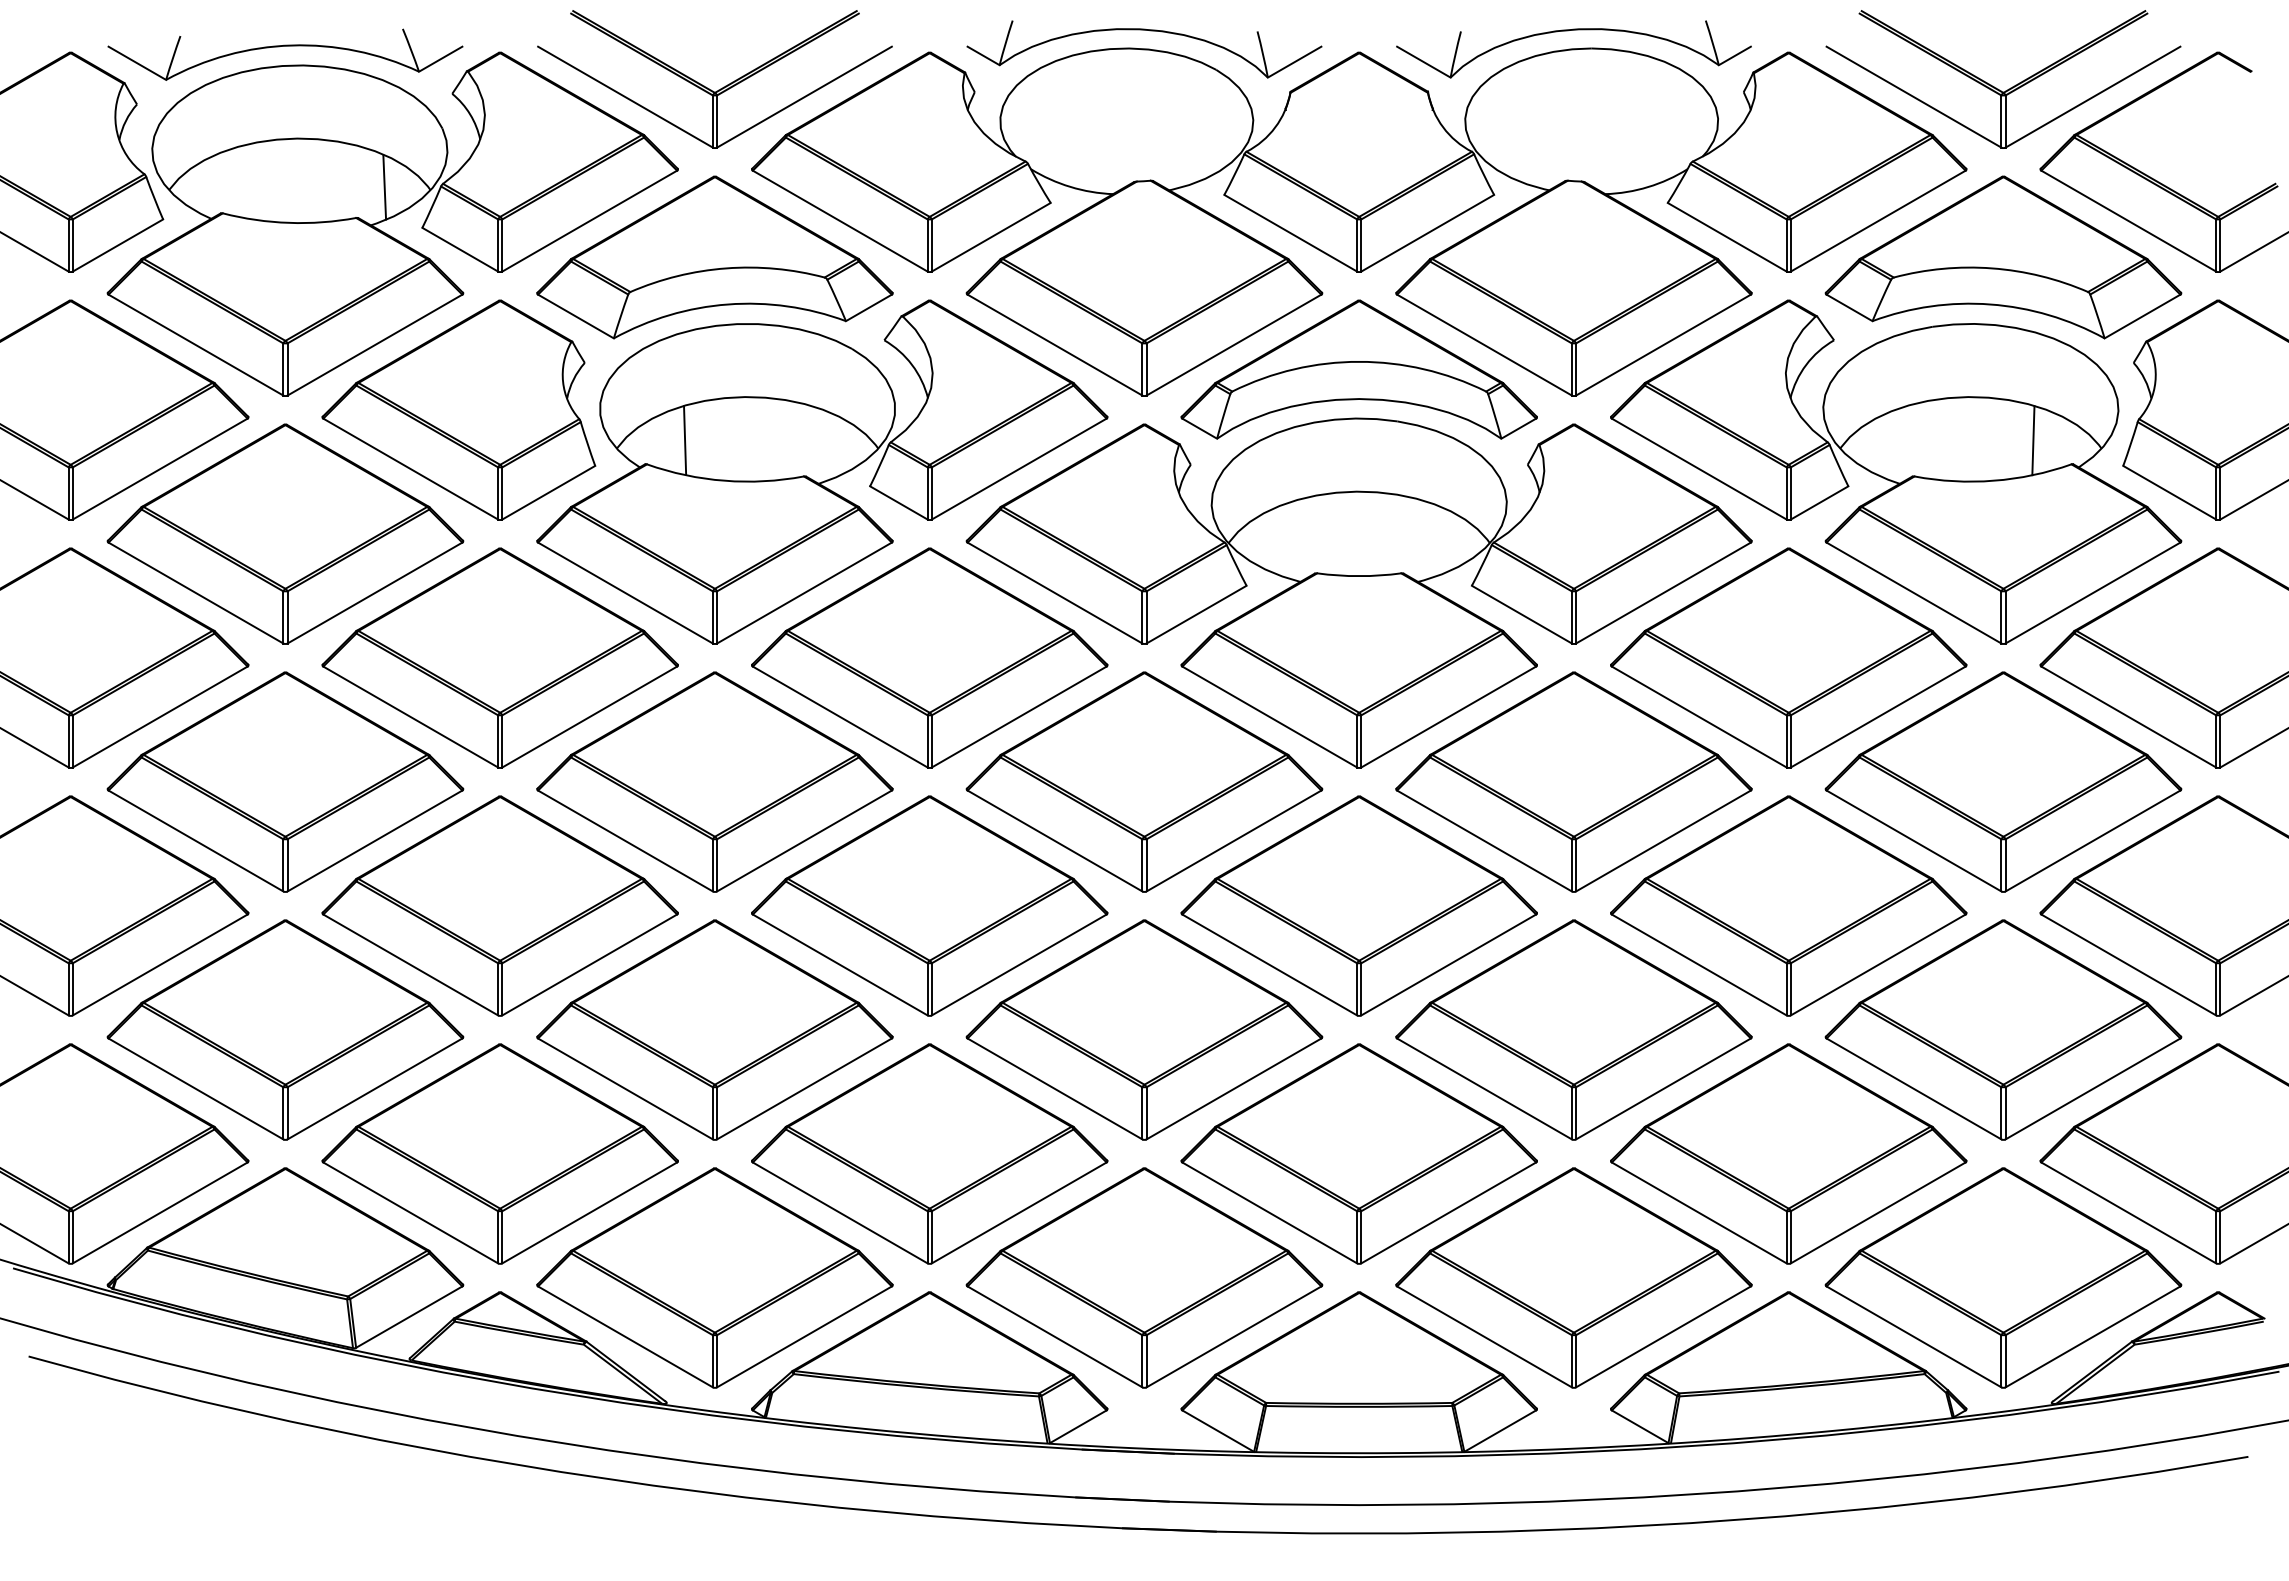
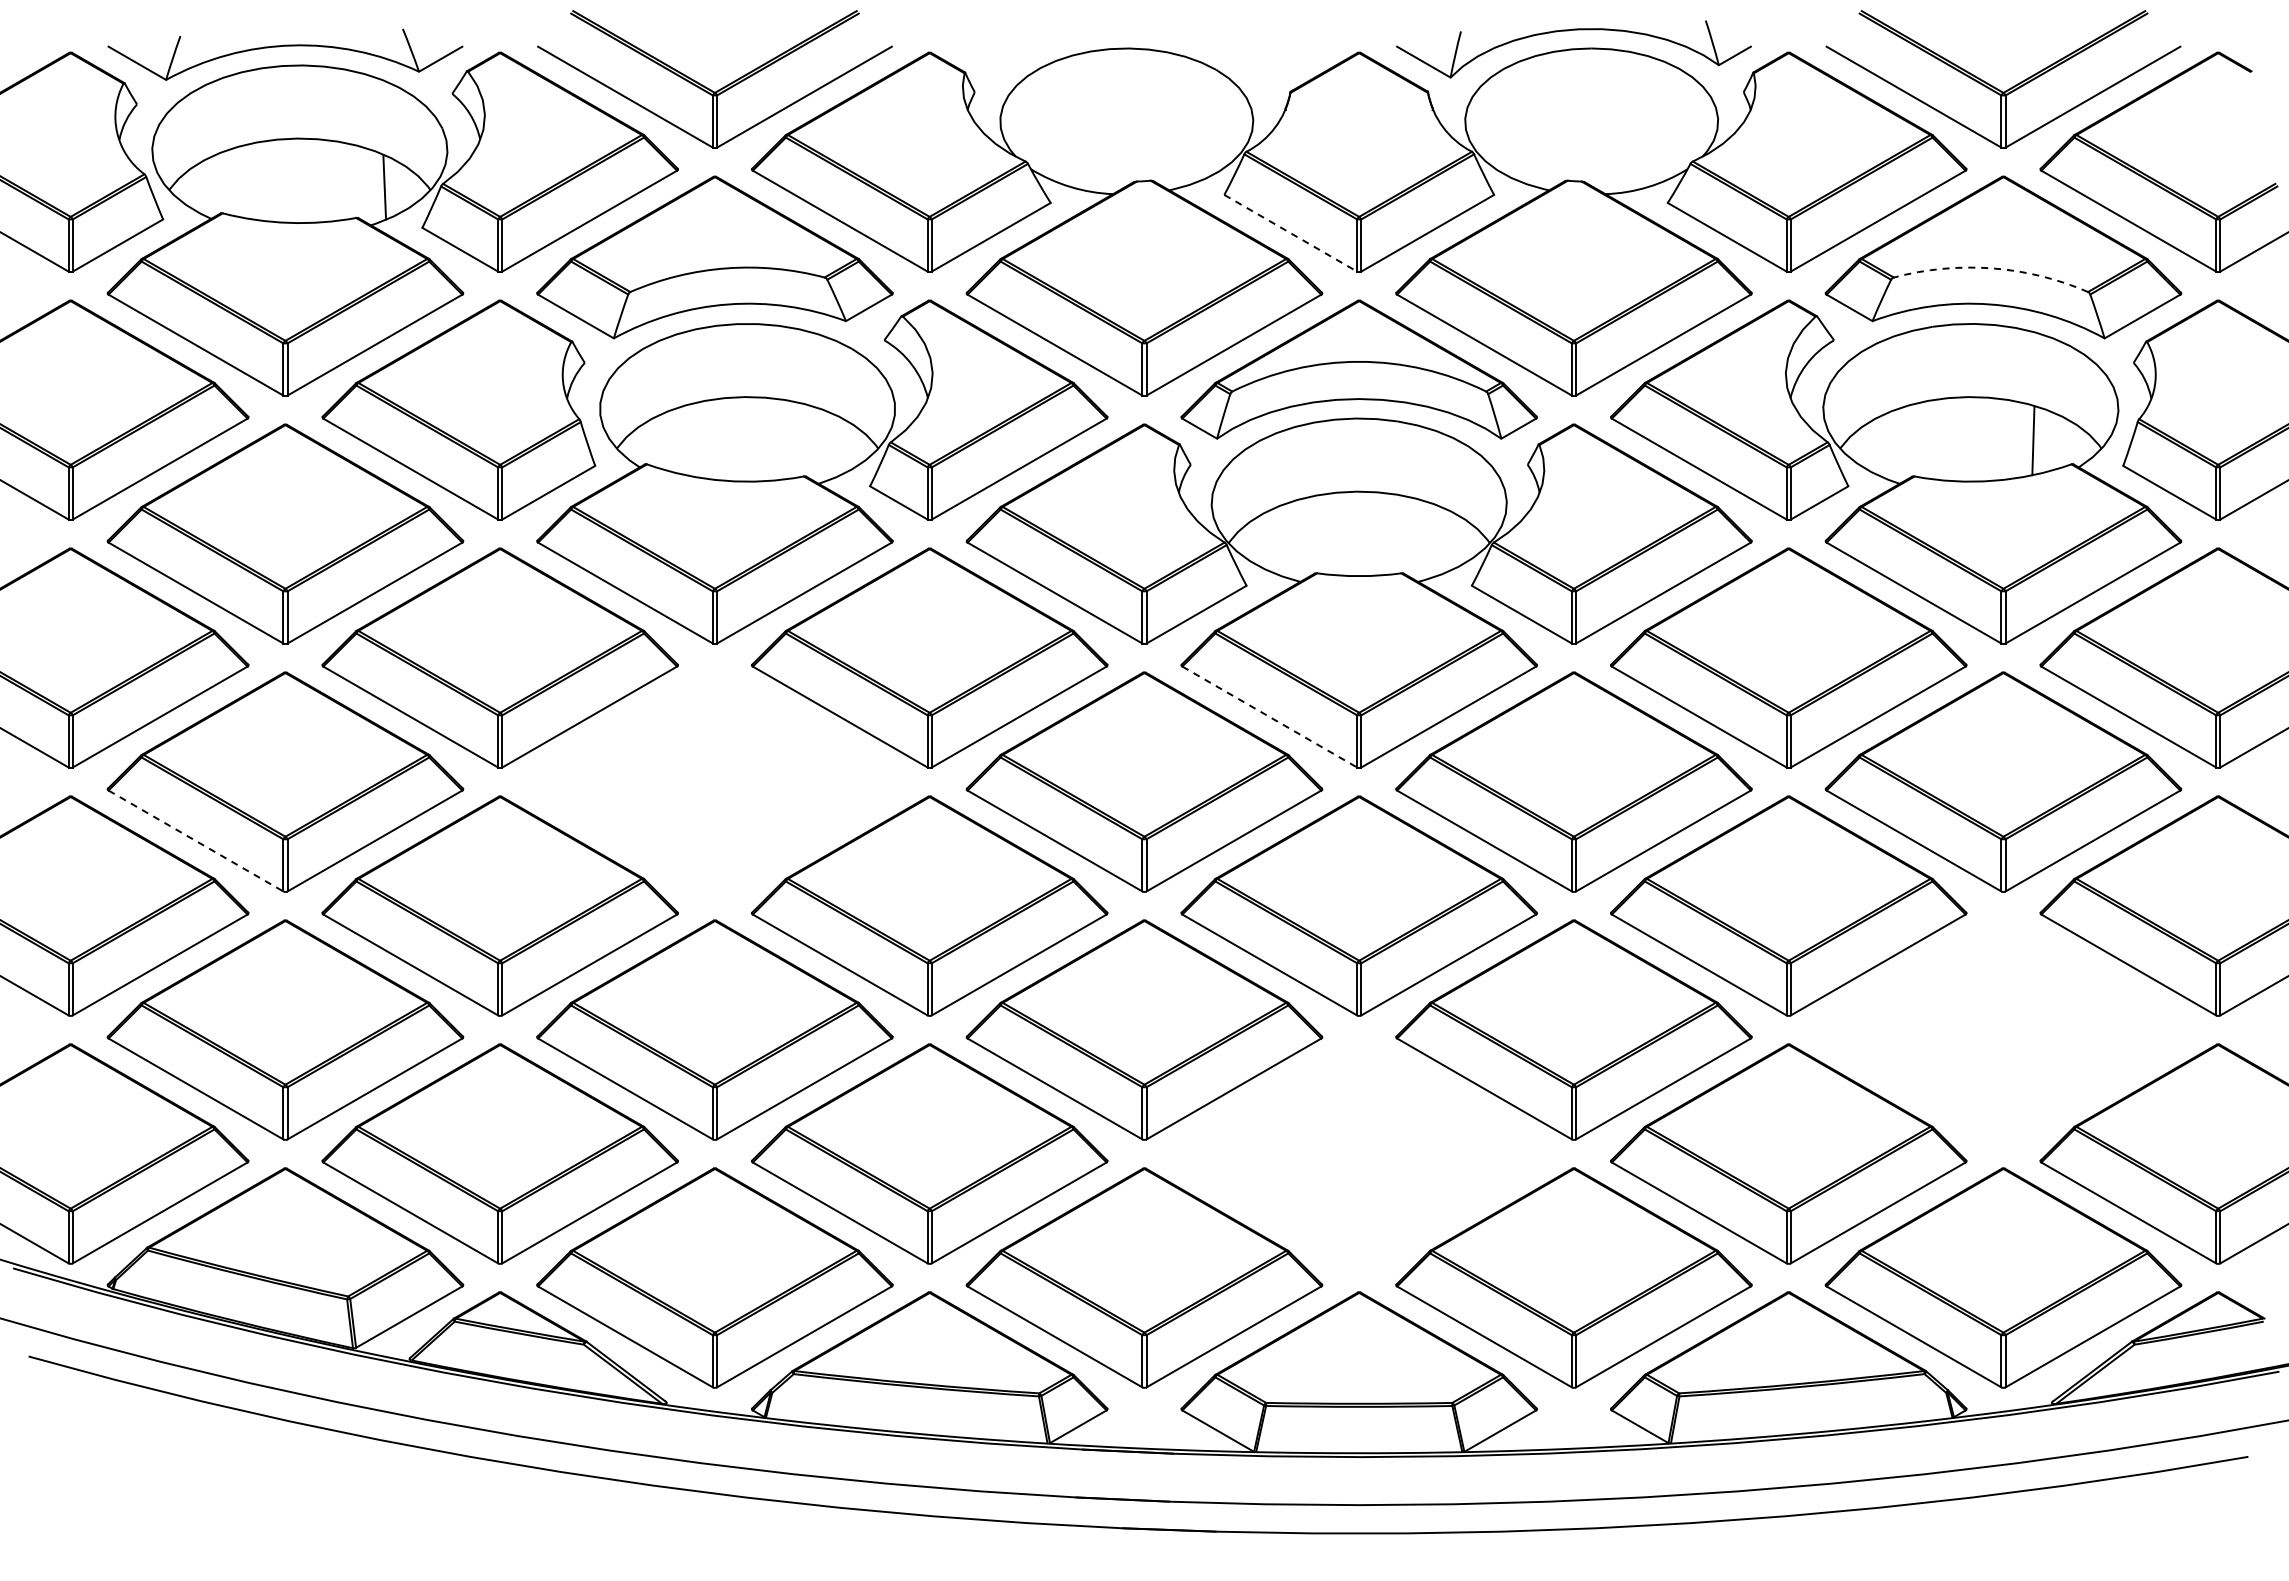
part at (1150, 31): present -> none
line at (1290, 233): solid -> dashed
arc at (1992, 268): solid -> dashed
line at (685, 440): present -> none
line at (1269, 717): solid -> dashed
part at (714, 781): present -> none
line at (196, 841): solid -> dashed
part at (2003, 1029): present -> none
part at (1358, 1153): present -> none
